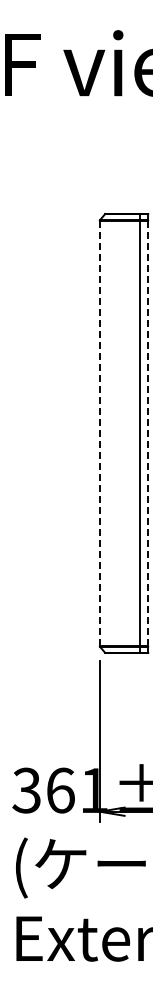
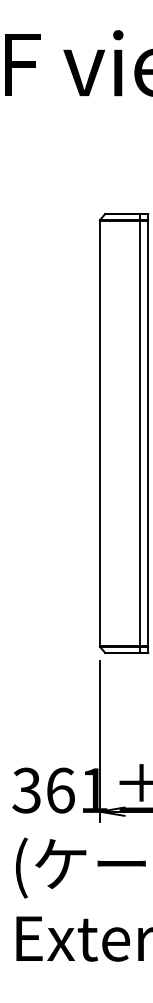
line at (99, 433): dashed -> solid
line at (147, 433): dashed -> solid
